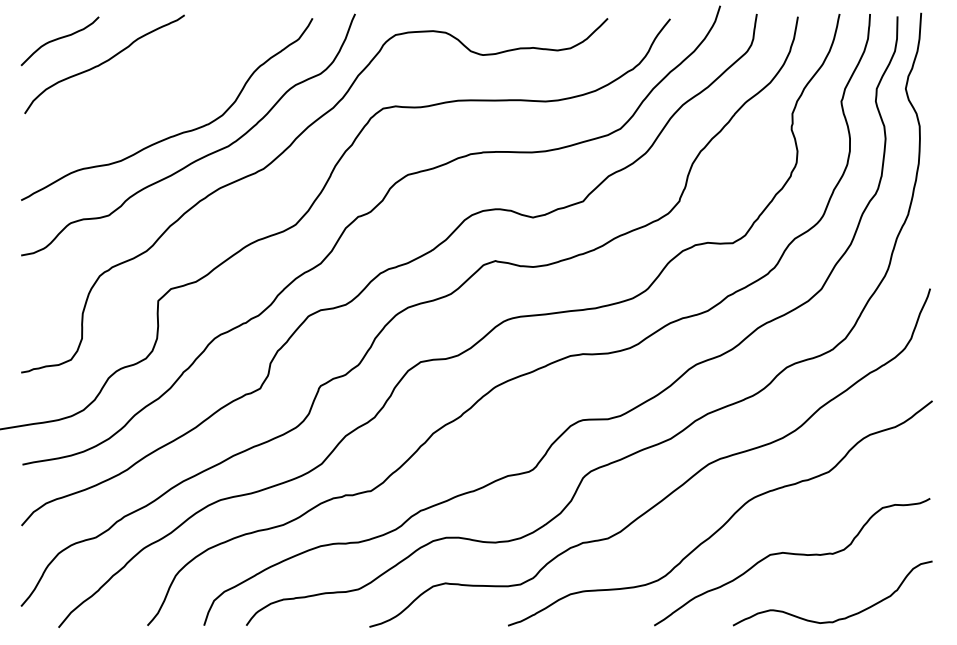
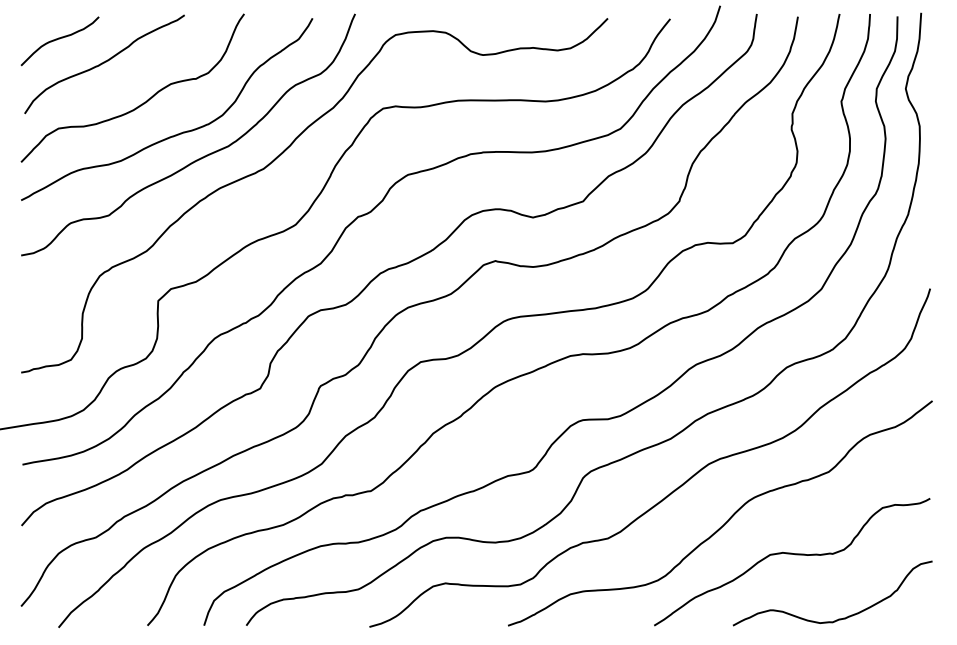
curve at (141, 103): none -> present
